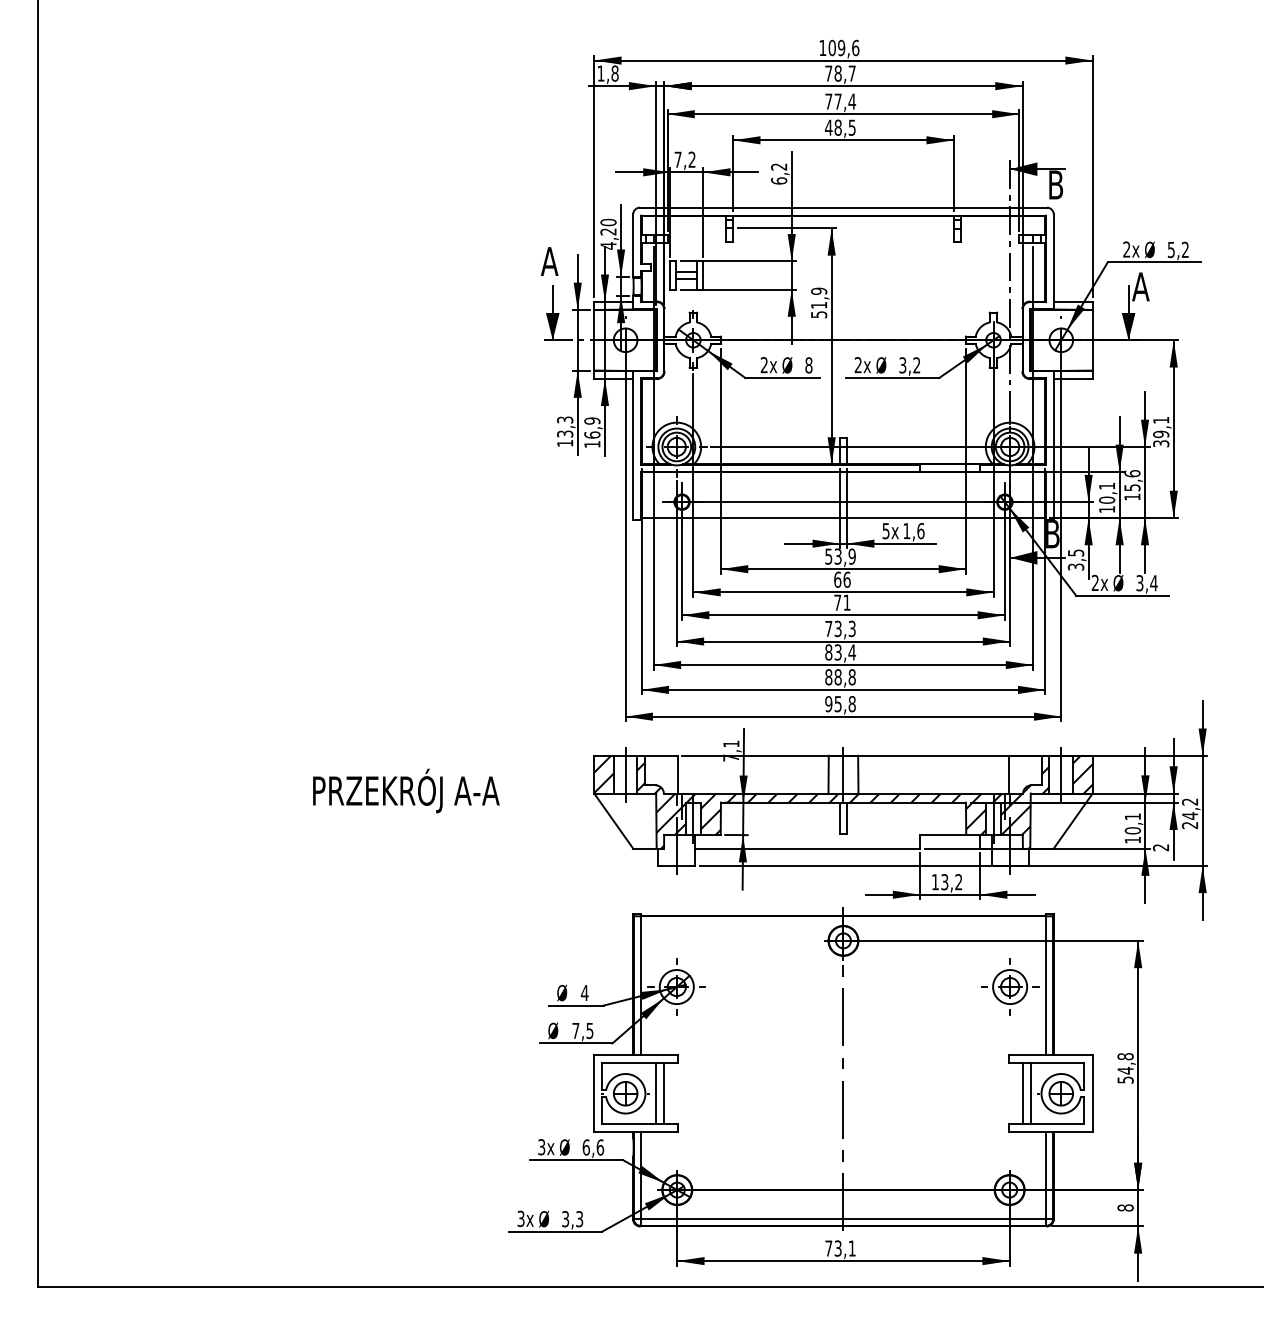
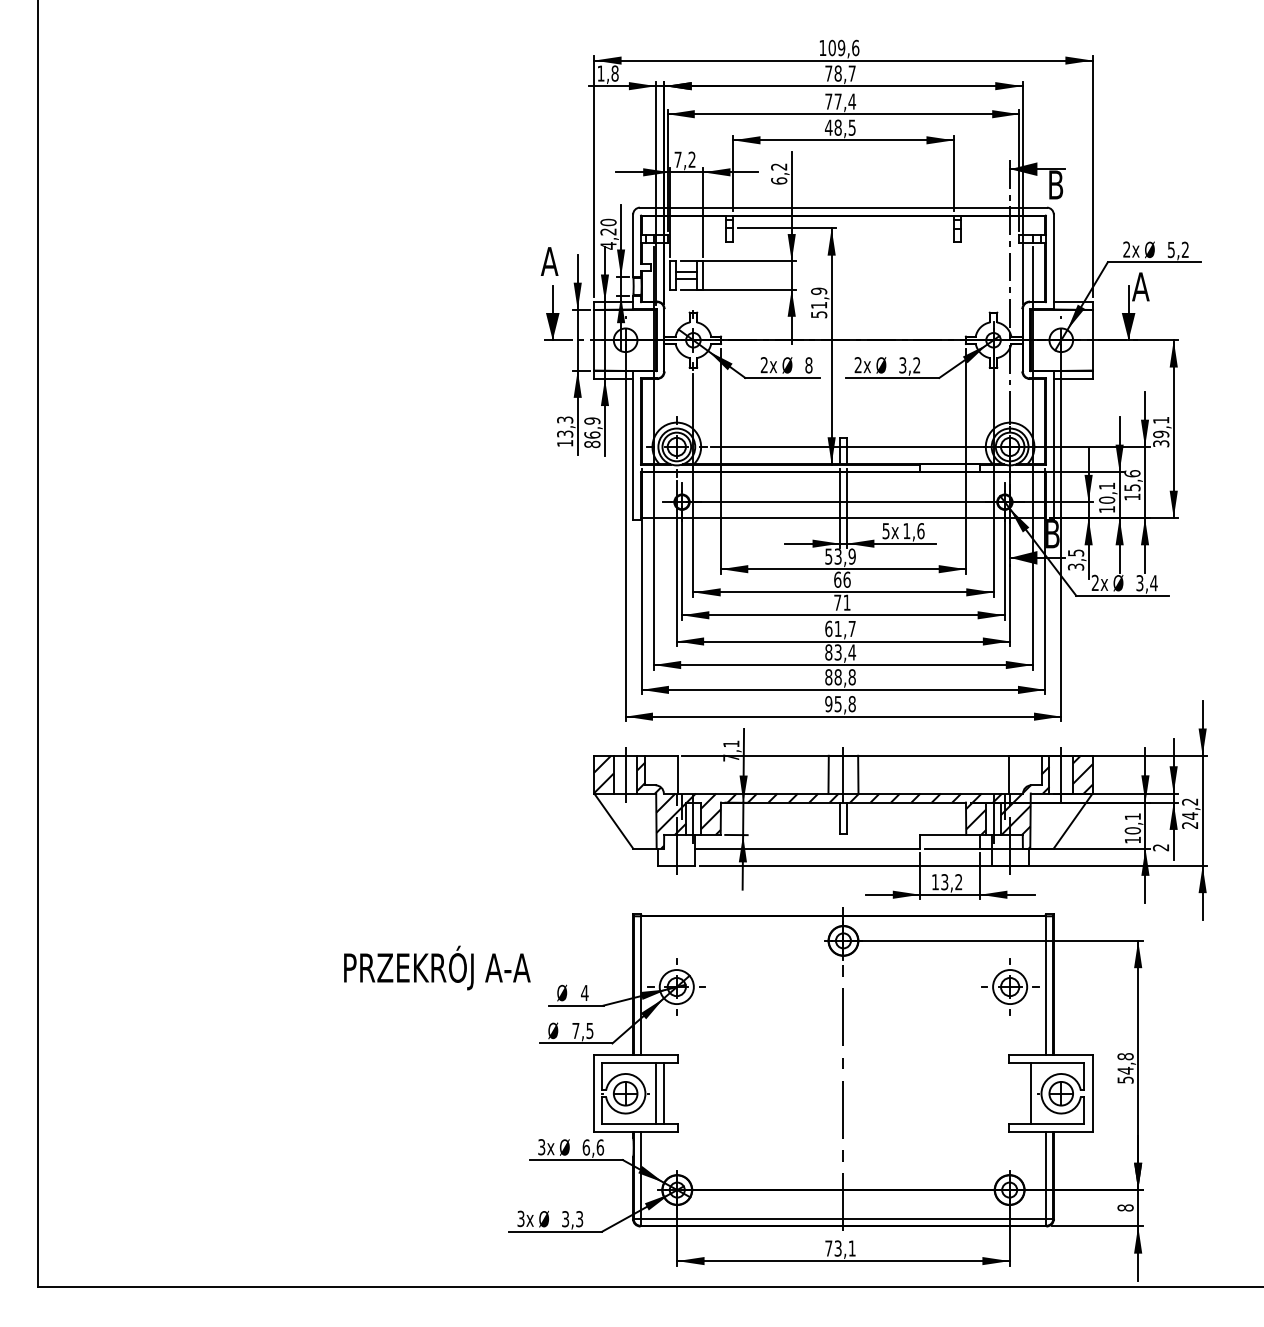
text at (592, 444): 16,9 -> 86,9
text at (840, 628): 73,3 -> 61,7
text at (406, 790) position: (406, 790) -> (437, 967)
line at (1023, 1093): present -> none
